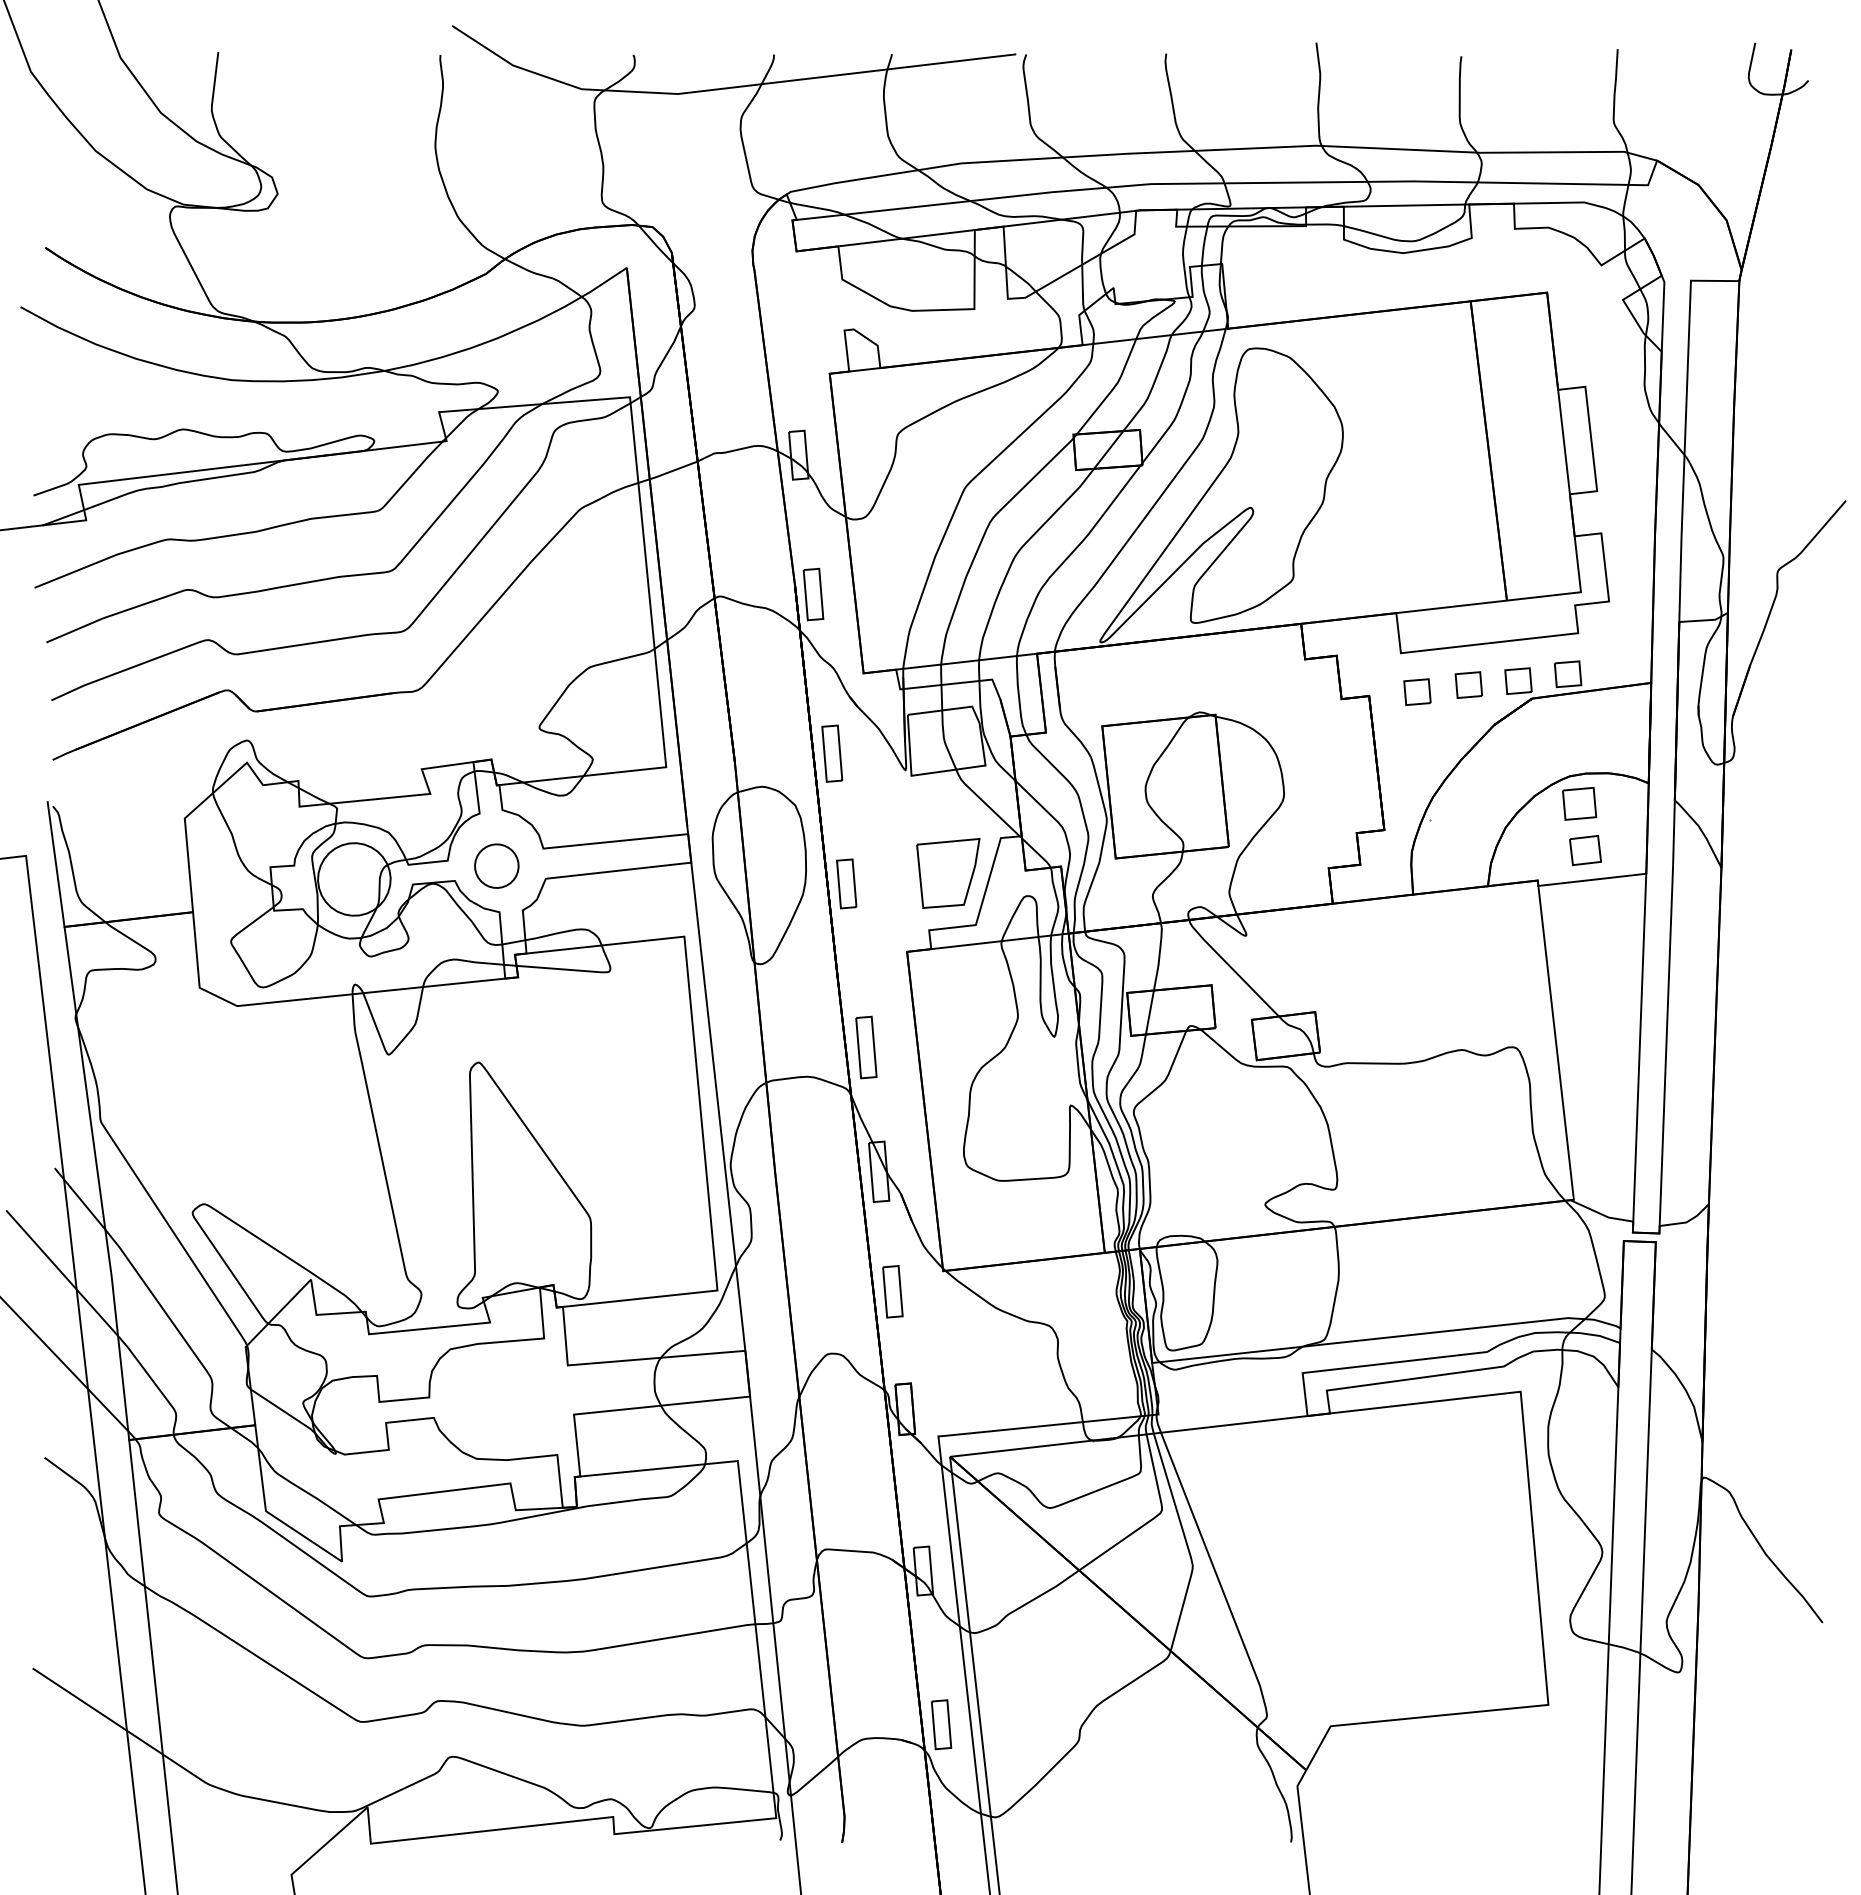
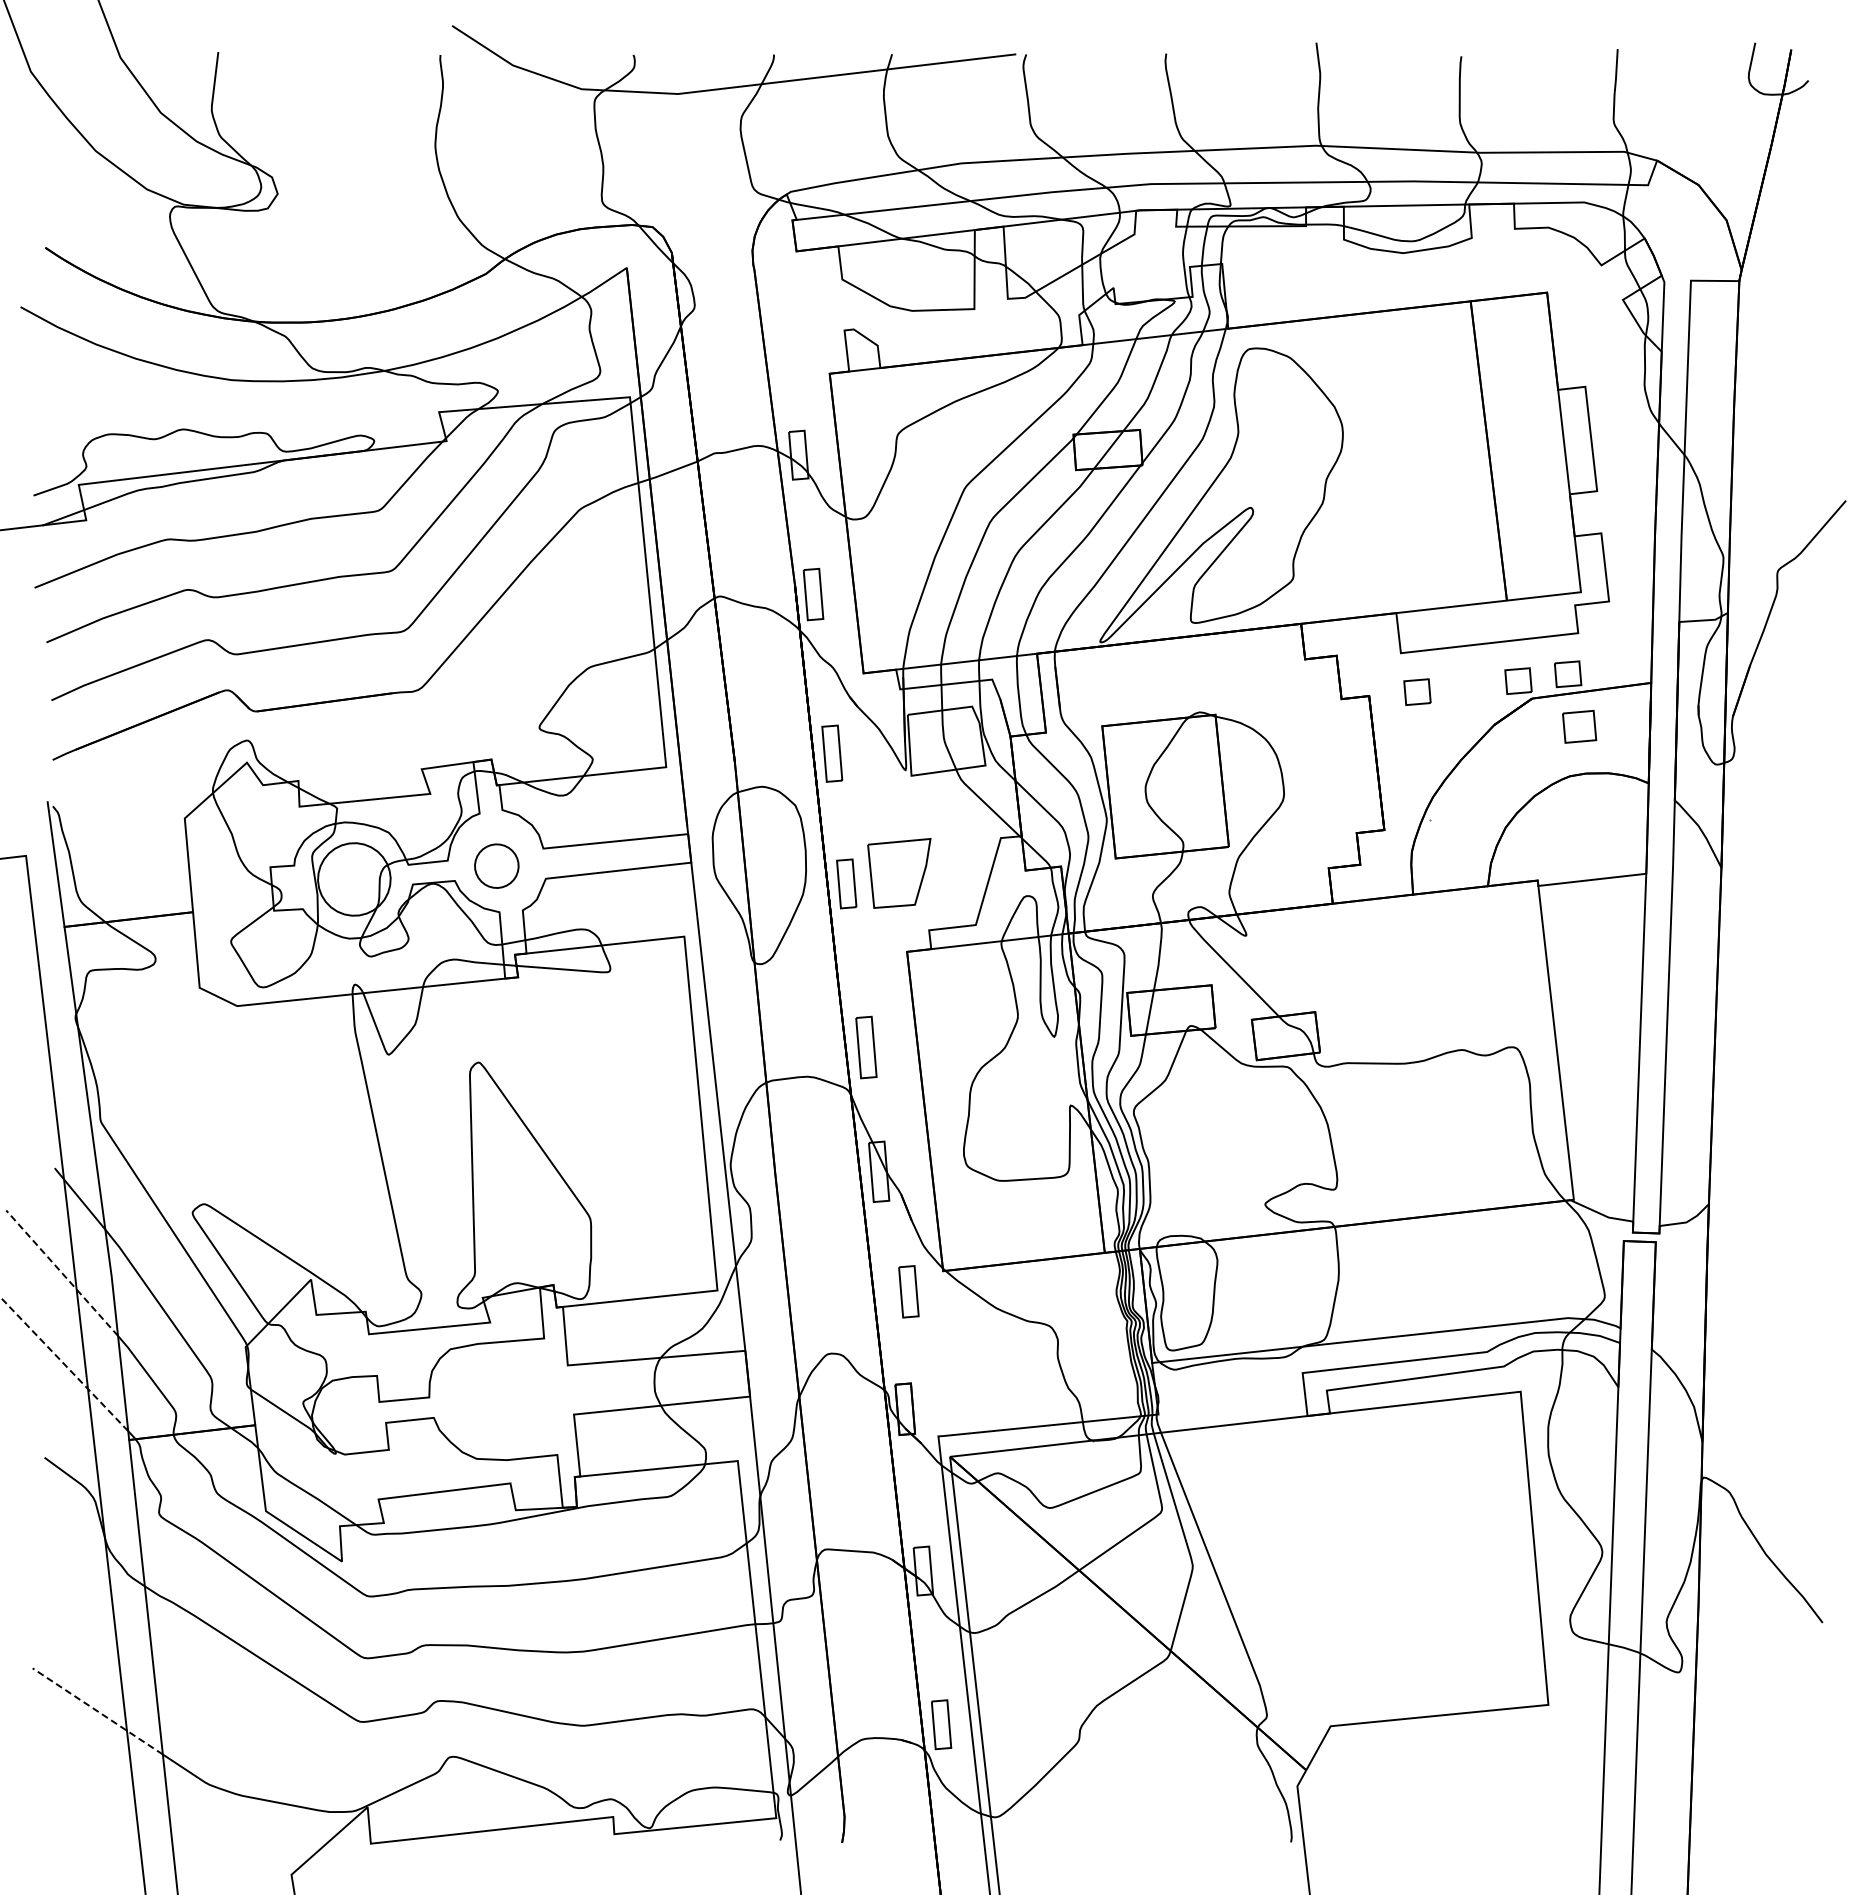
part at (1468, 684): present -> none
part at (1579, 803) position: (1579, 803) -> (1579, 726)
part at (1585, 850): present -> none
part at (948, 873) position: (948, 873) -> (899, 873)
line at (61, 1272): solid -> dashed
part at (892, 1291) position: (892, 1291) -> (908, 1291)
line at (64, 1363): solid -> dashed
line at (97, 1711): solid -> dashed
